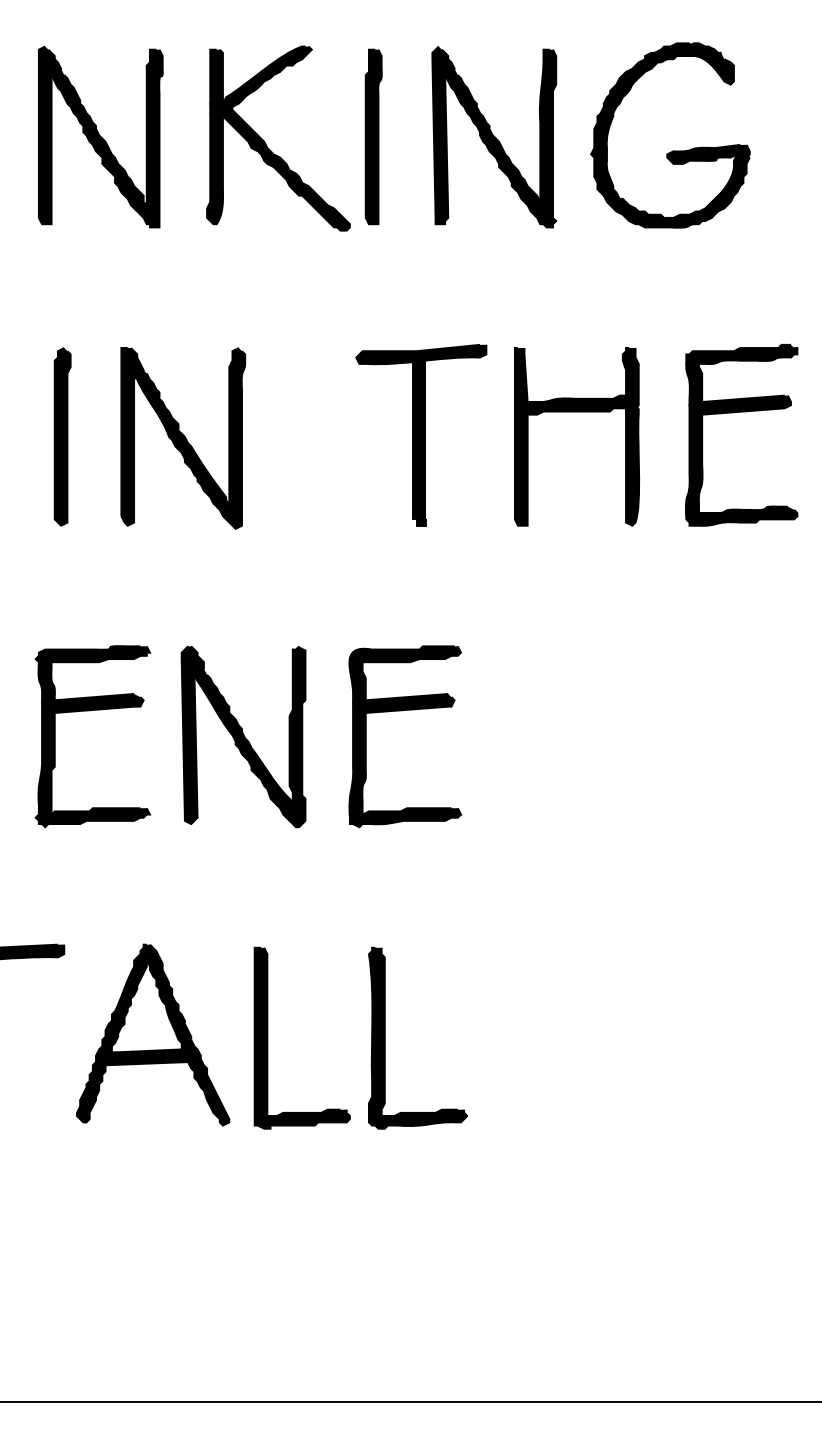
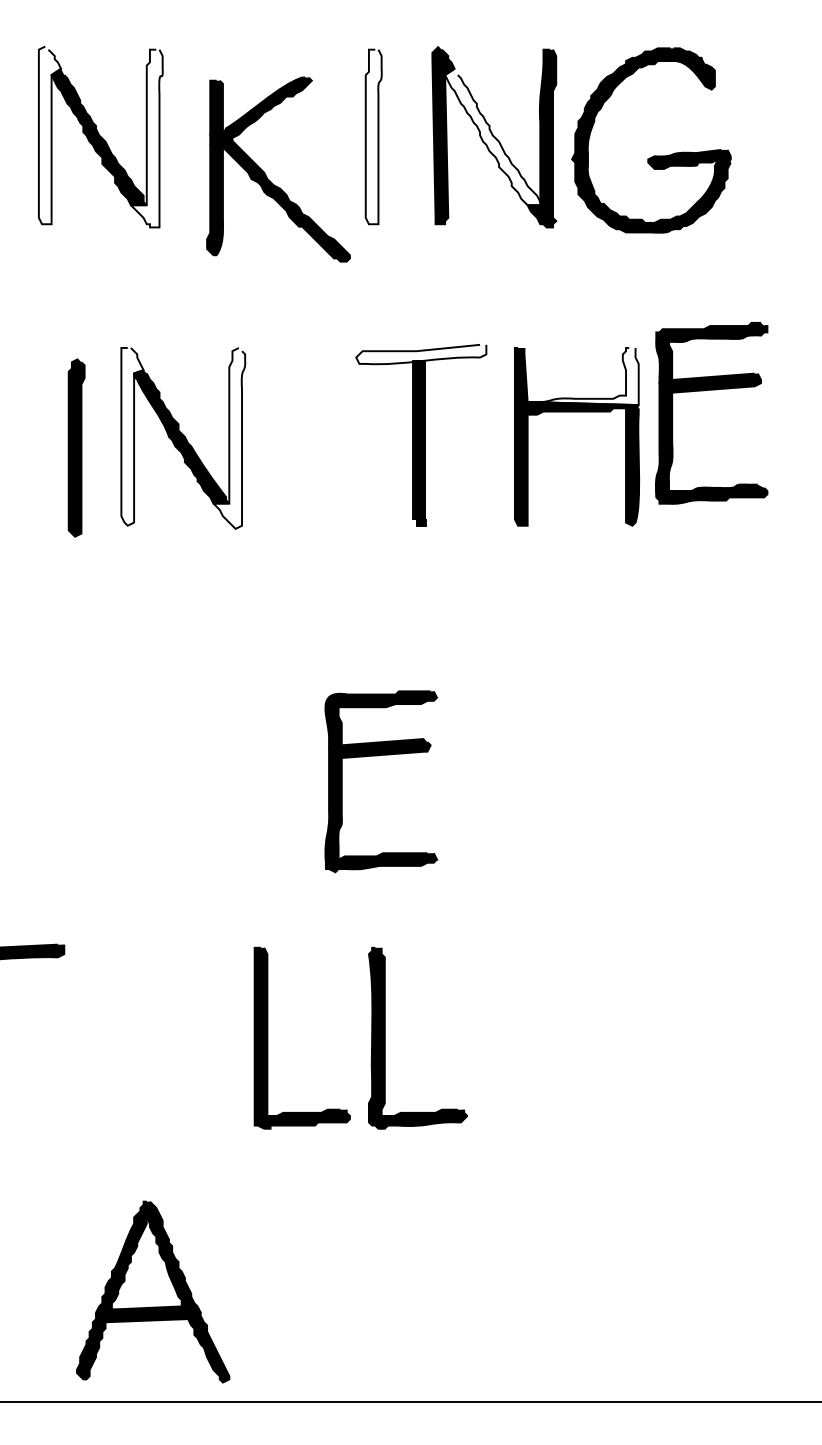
fill at (49, 135): present -> none
fill at (373, 136): present -> none
fill at (492, 136): present -> none
fill at (146, 138): present -> none
part at (266, 143) position: (266, 143) -> (266, 174)
part at (672, 150) position: (672, 150) -> (653, 155)
fill at (421, 354): present -> none
fill at (582, 376): present -> none
part at (741, 412) position: (741, 412) -> (711, 390)
part at (62, 436) position: (62, 436) -> (76, 447)
fill at (132, 436): present -> none
fill at (229, 438): present -> none
part at (89, 711): present -> none
part at (402, 711) position: (402, 711) -> (378, 756)
part at (243, 737): present -> none
part at (153, 1034) position: (153, 1034) -> (153, 1291)
